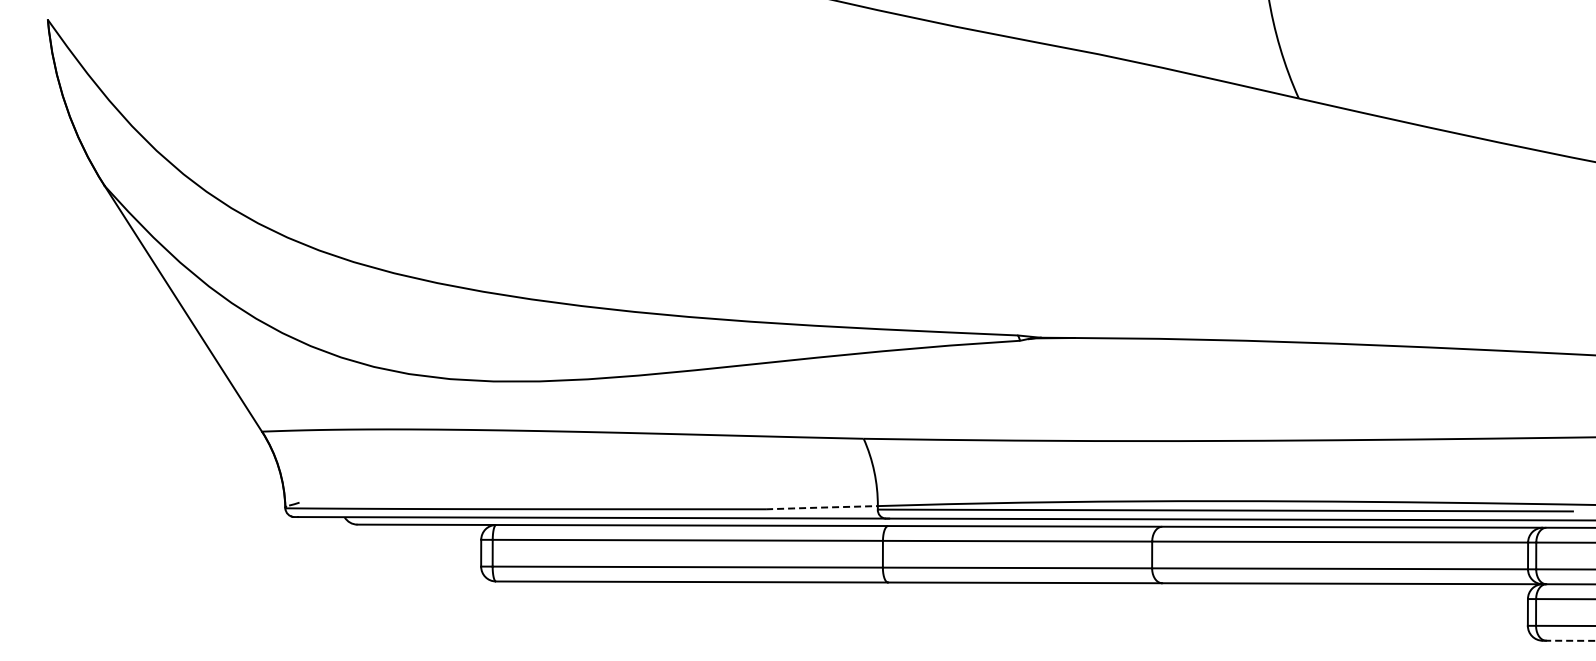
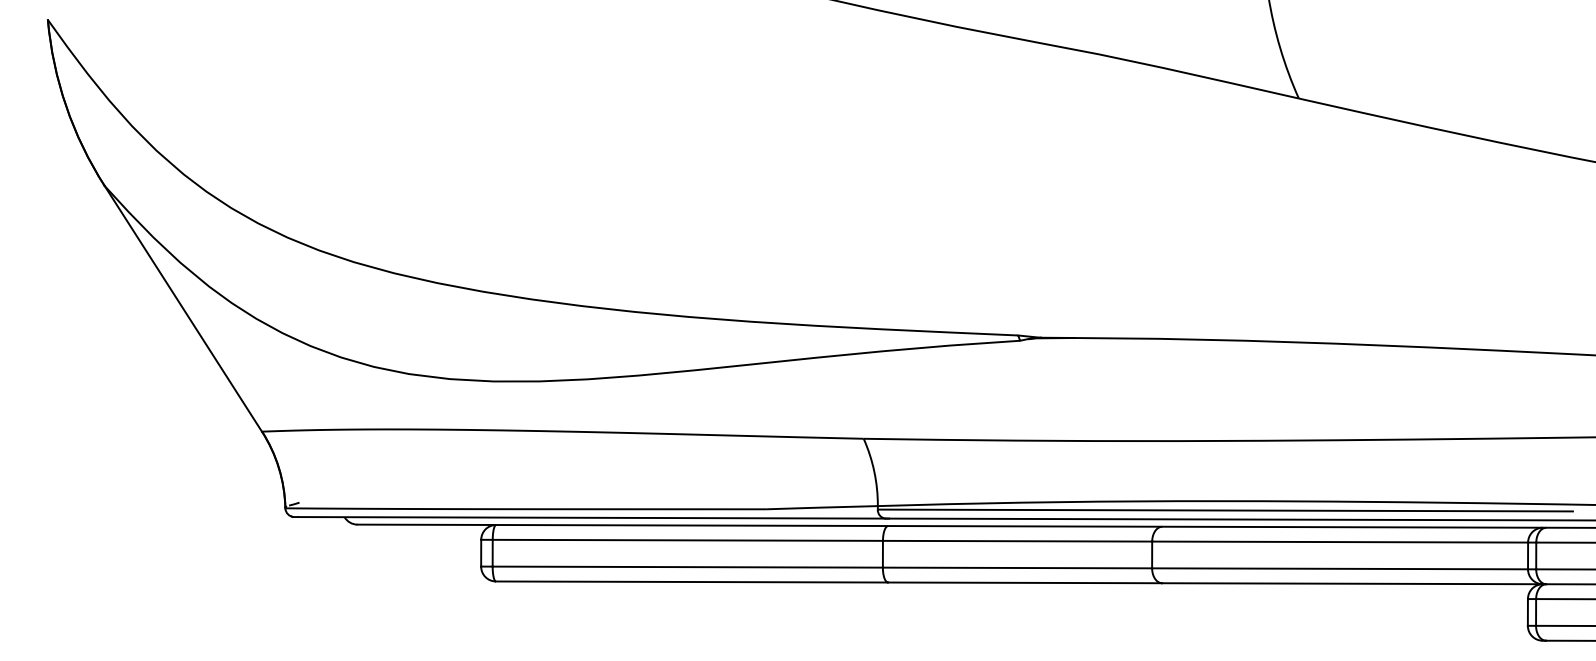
line at (821, 507): dashed -> solid
line at (1570, 640): dashed -> solid
